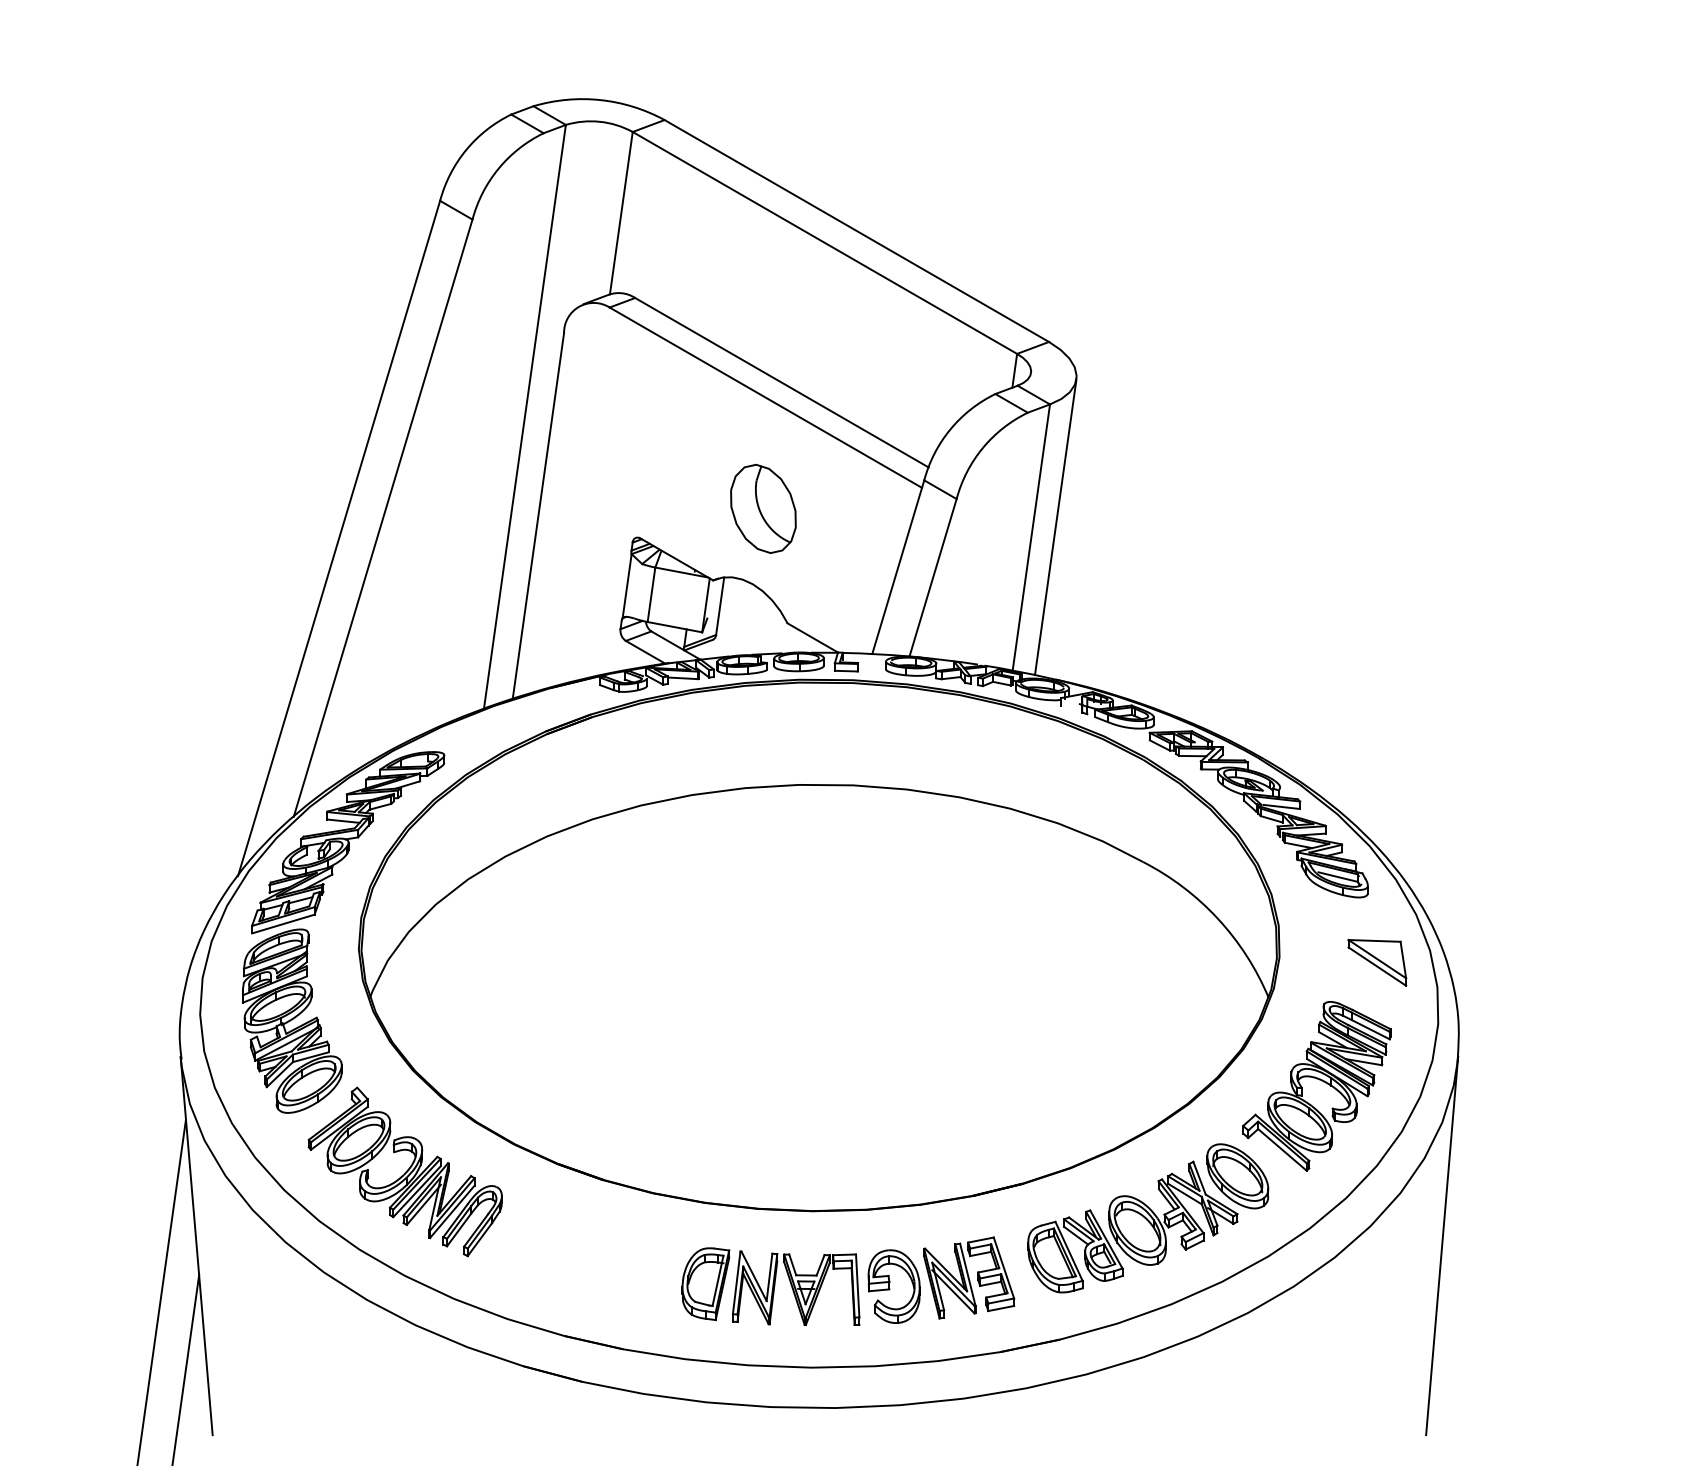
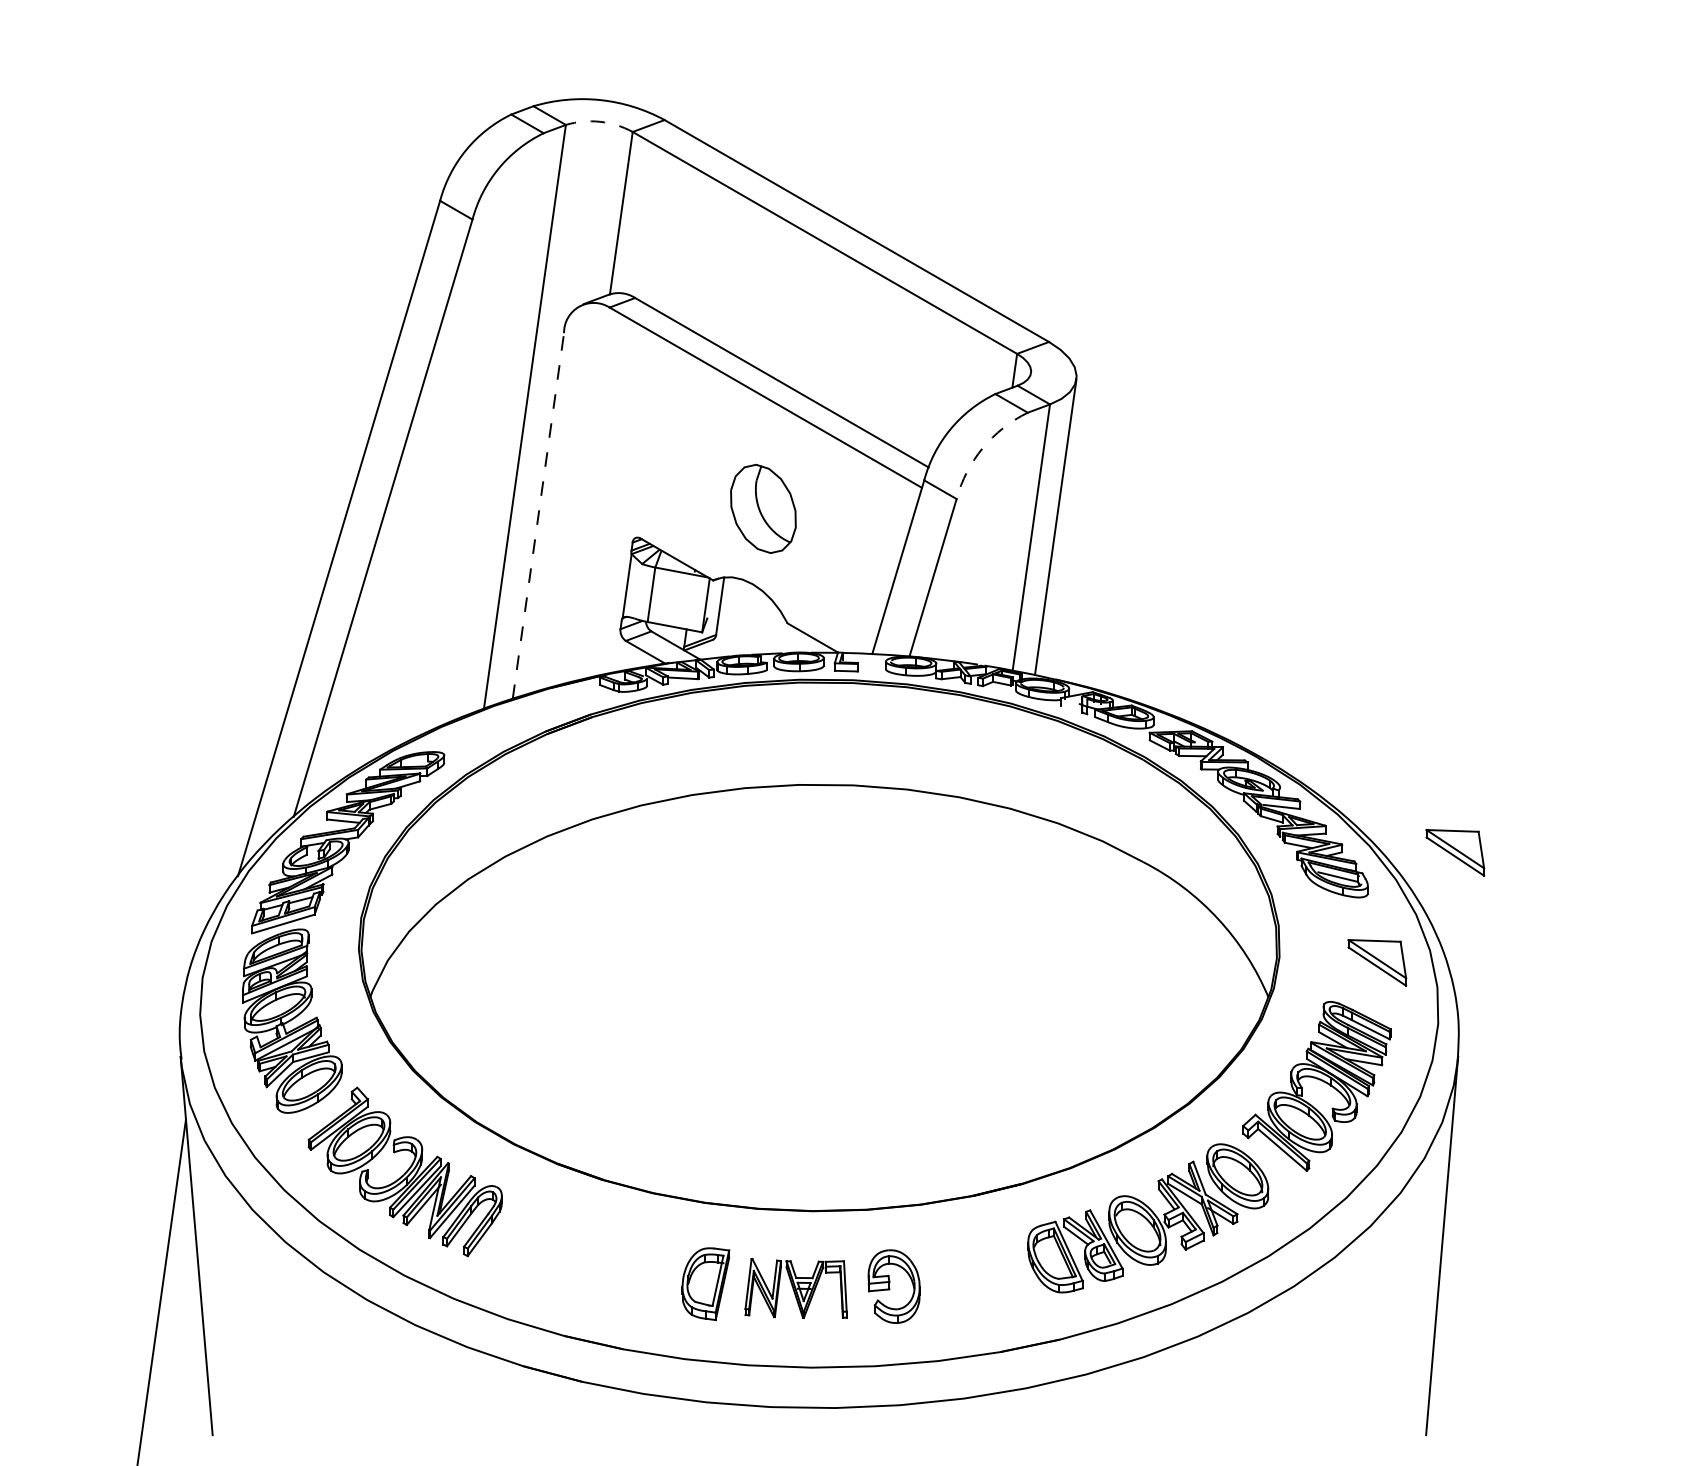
arc at (600, 121): solid -> dashed
arc at (982, 448): solid -> dashed
line at (538, 516): solid -> dashed
part at (1455, 852): none -> present
part at (969, 1277): present -> none
part at (795, 1288) size: 130x77 px -> 104x61 px
line at (185, 1368): present -> none
